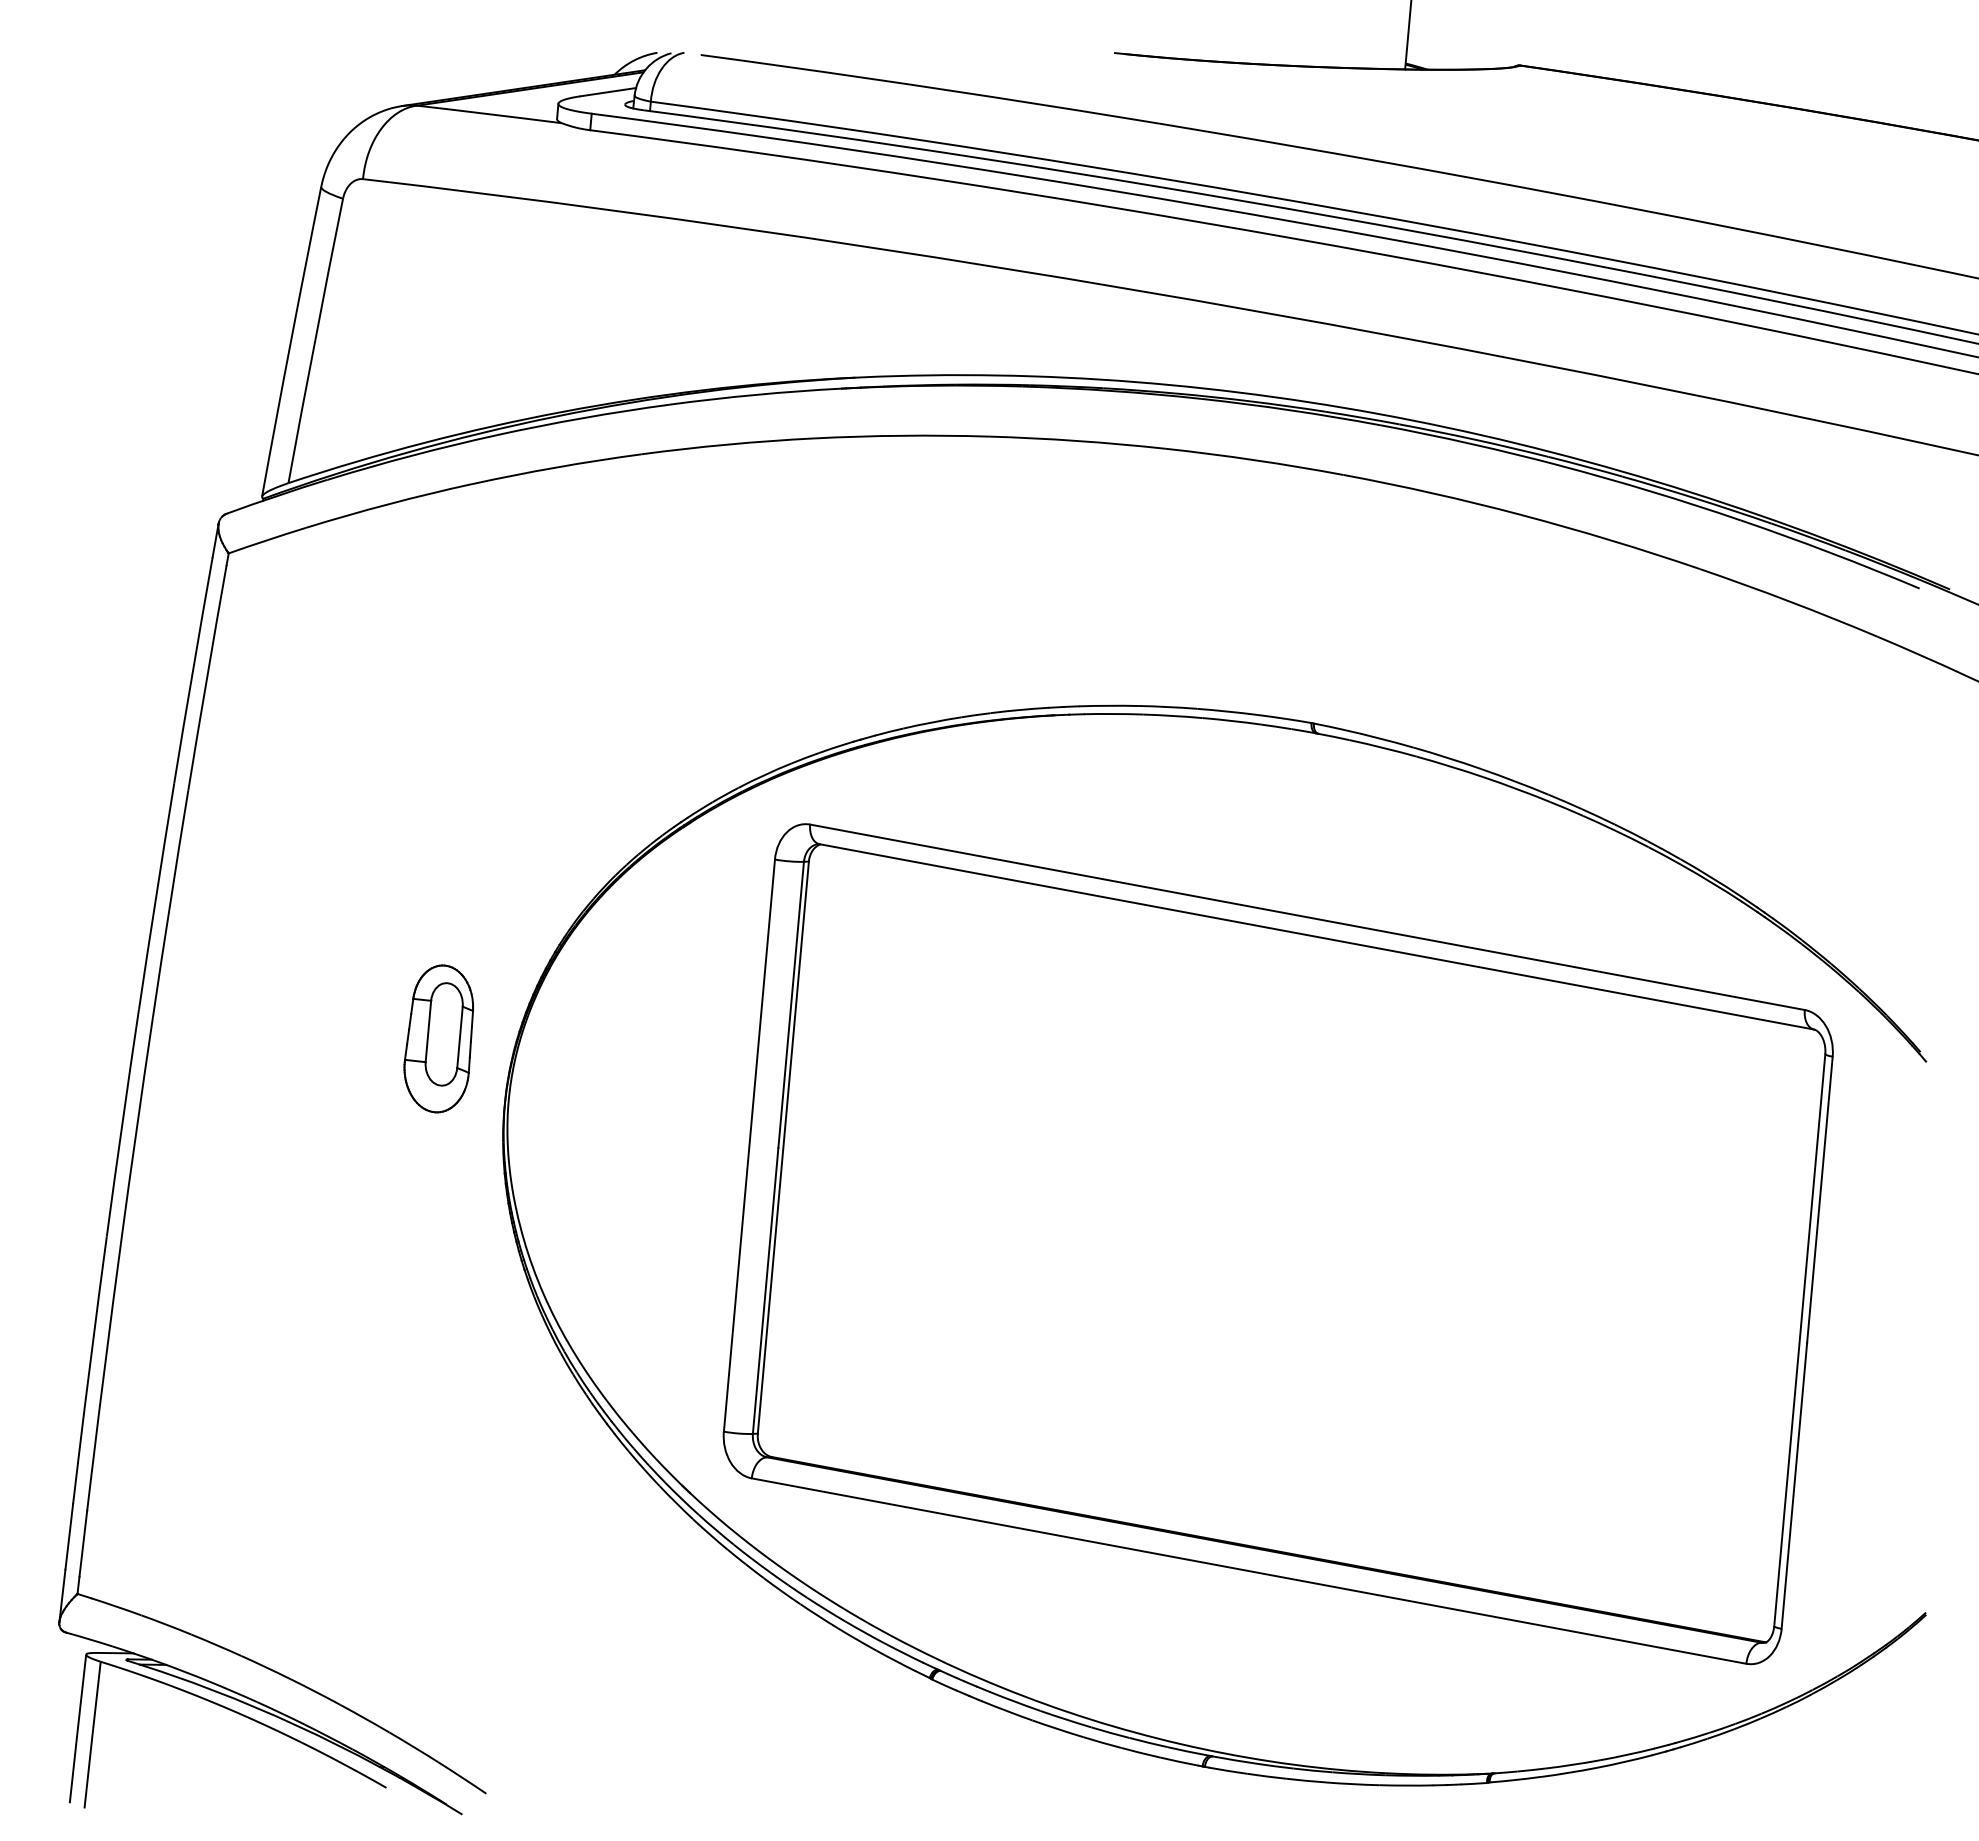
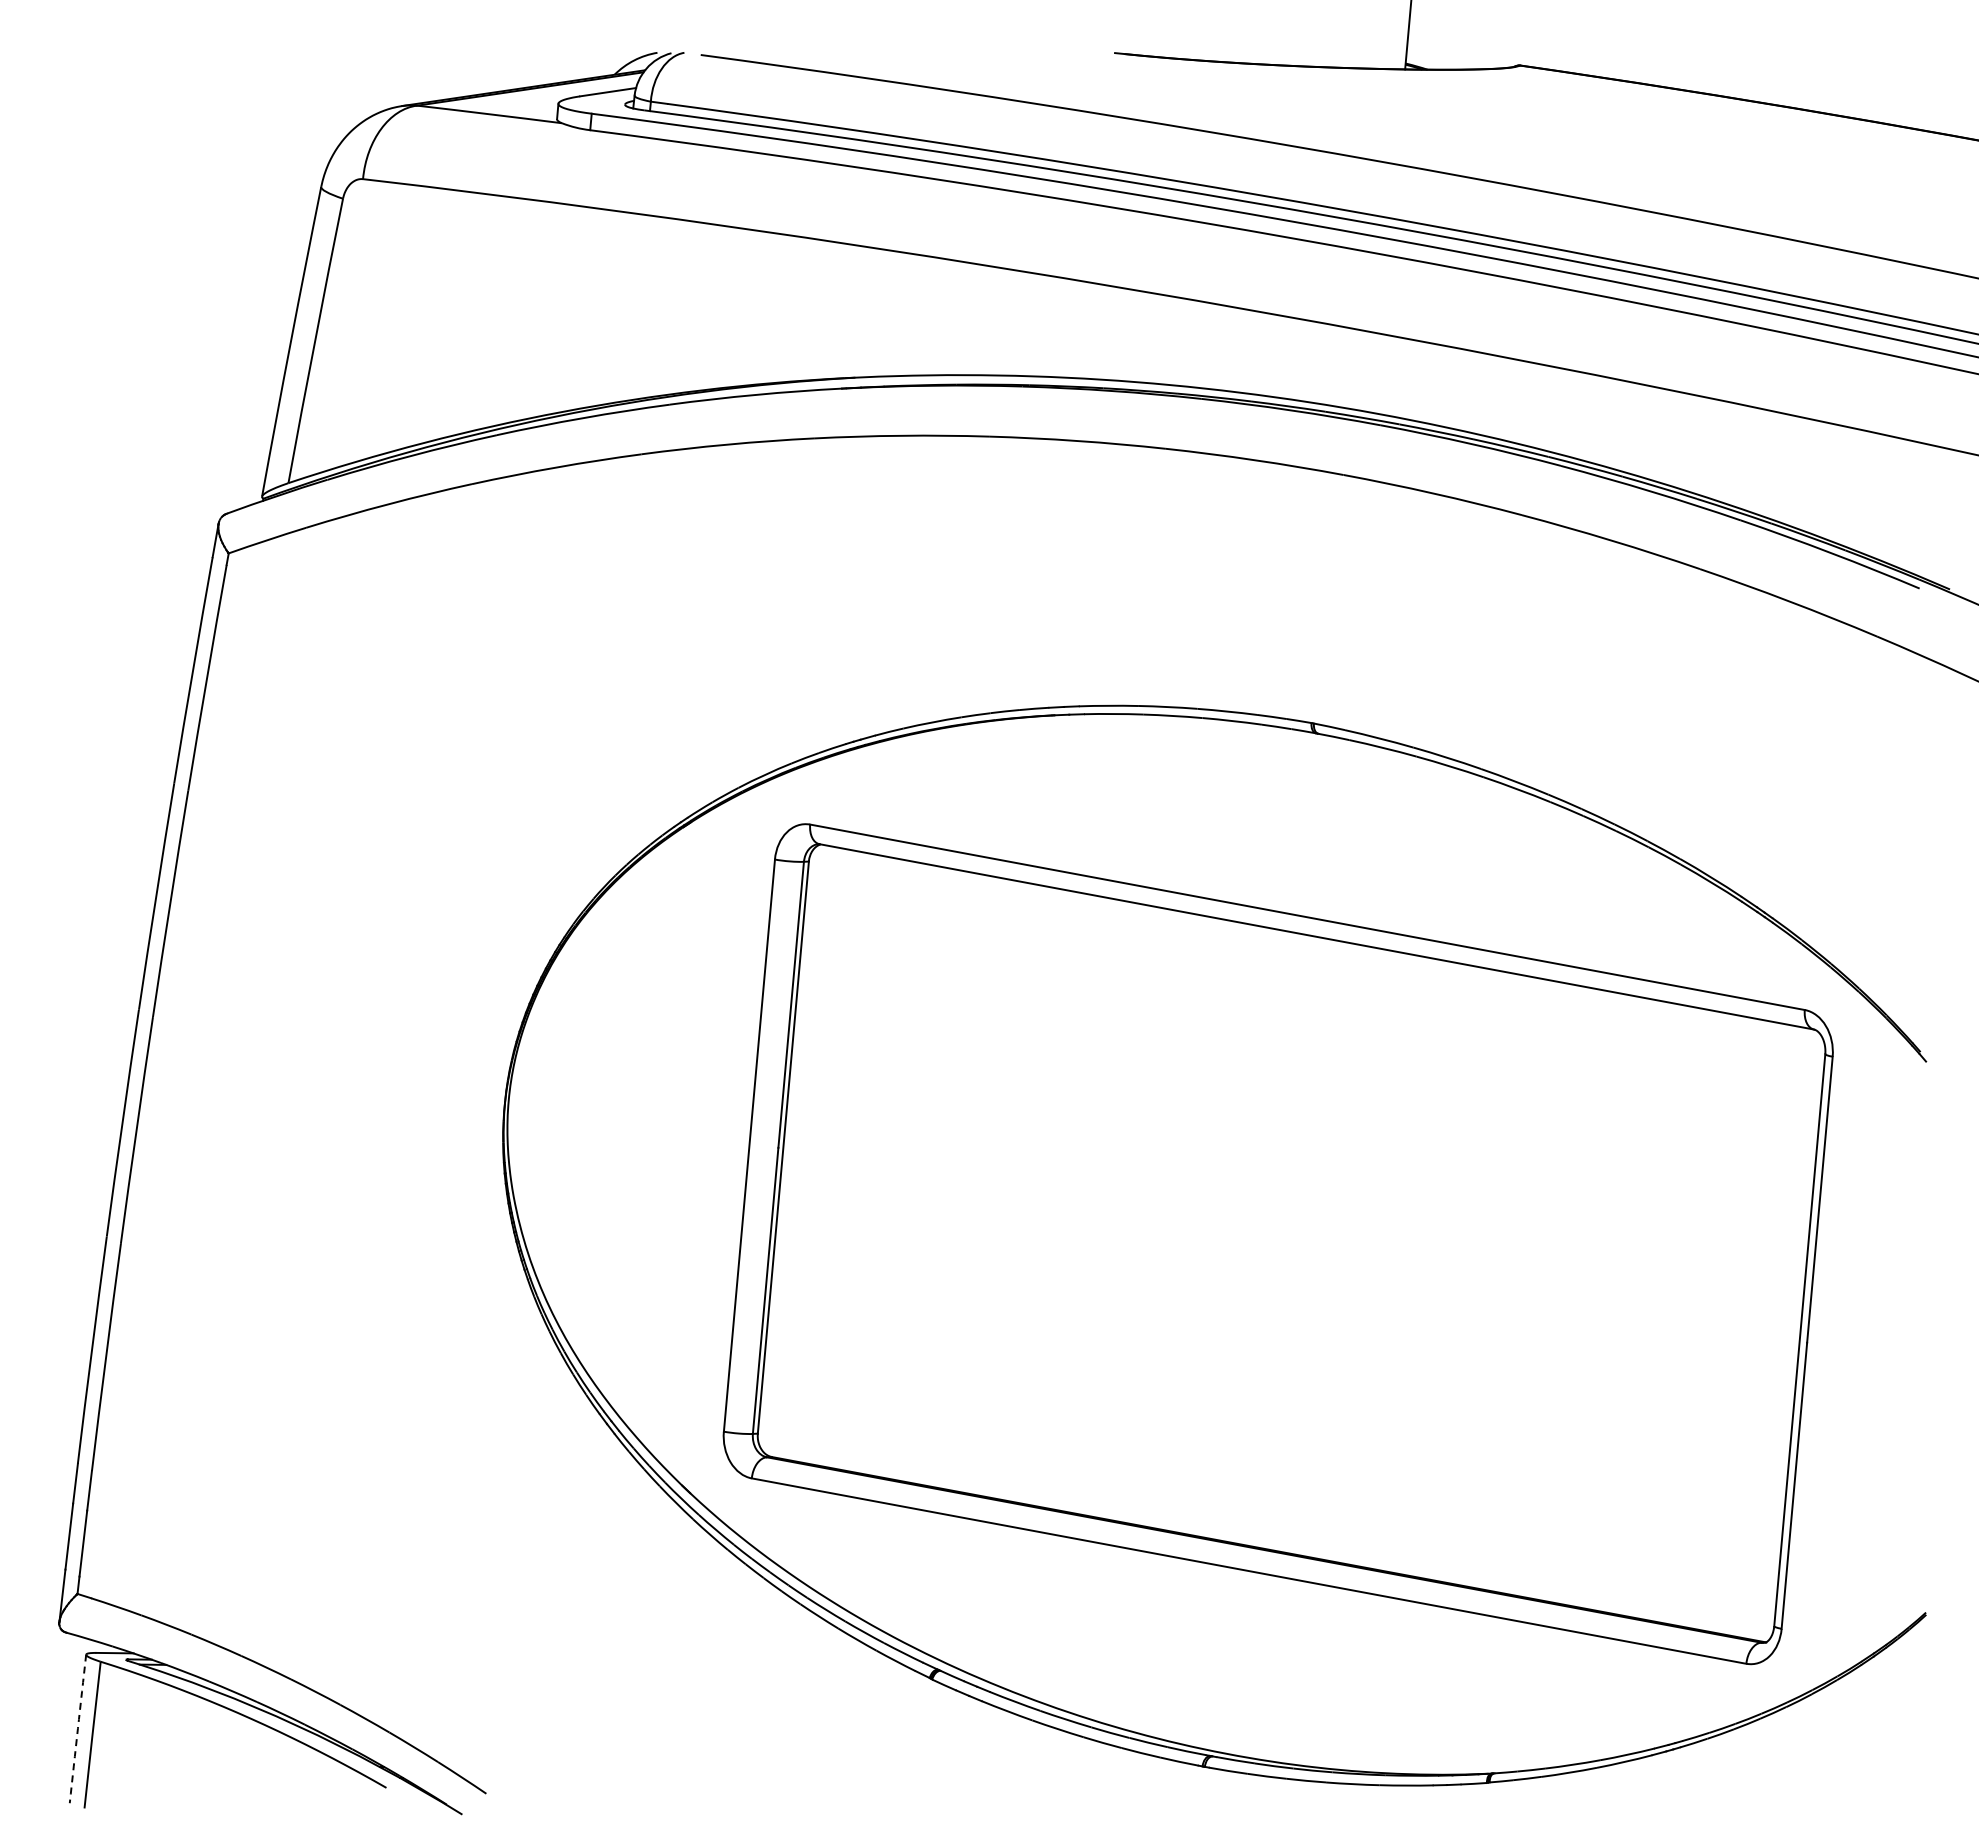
part at (438, 1038): present -> none
arc at (77, 1728): solid -> dashed
